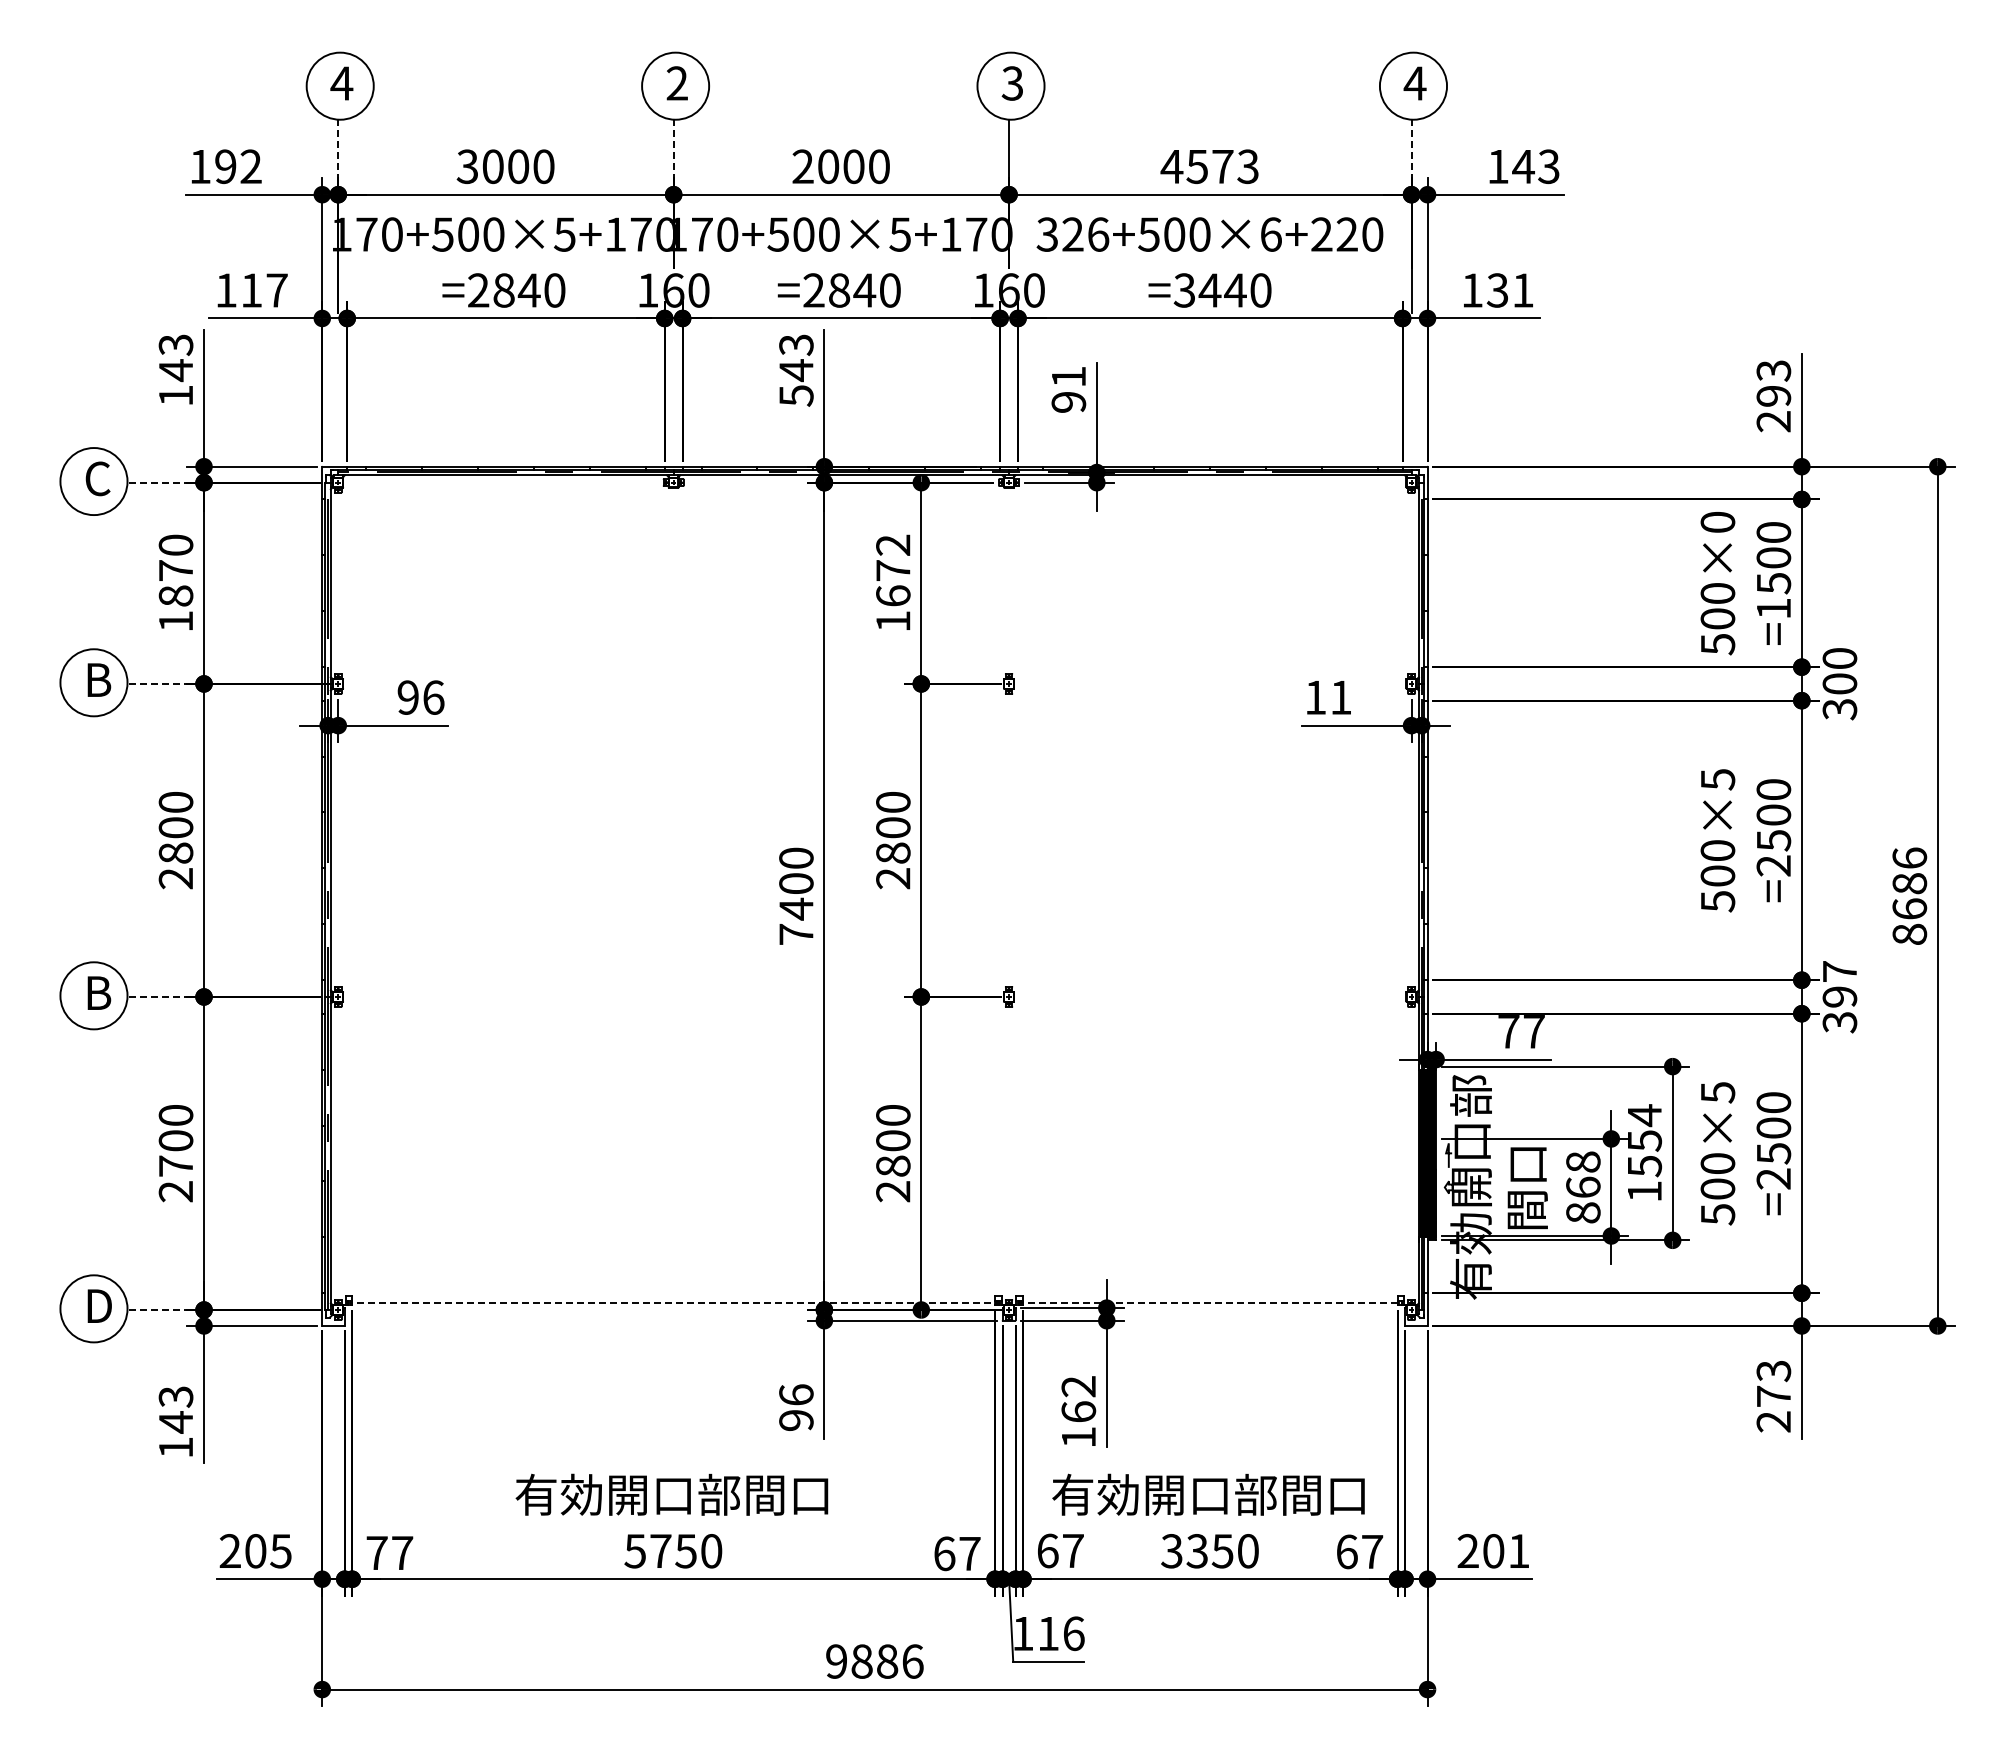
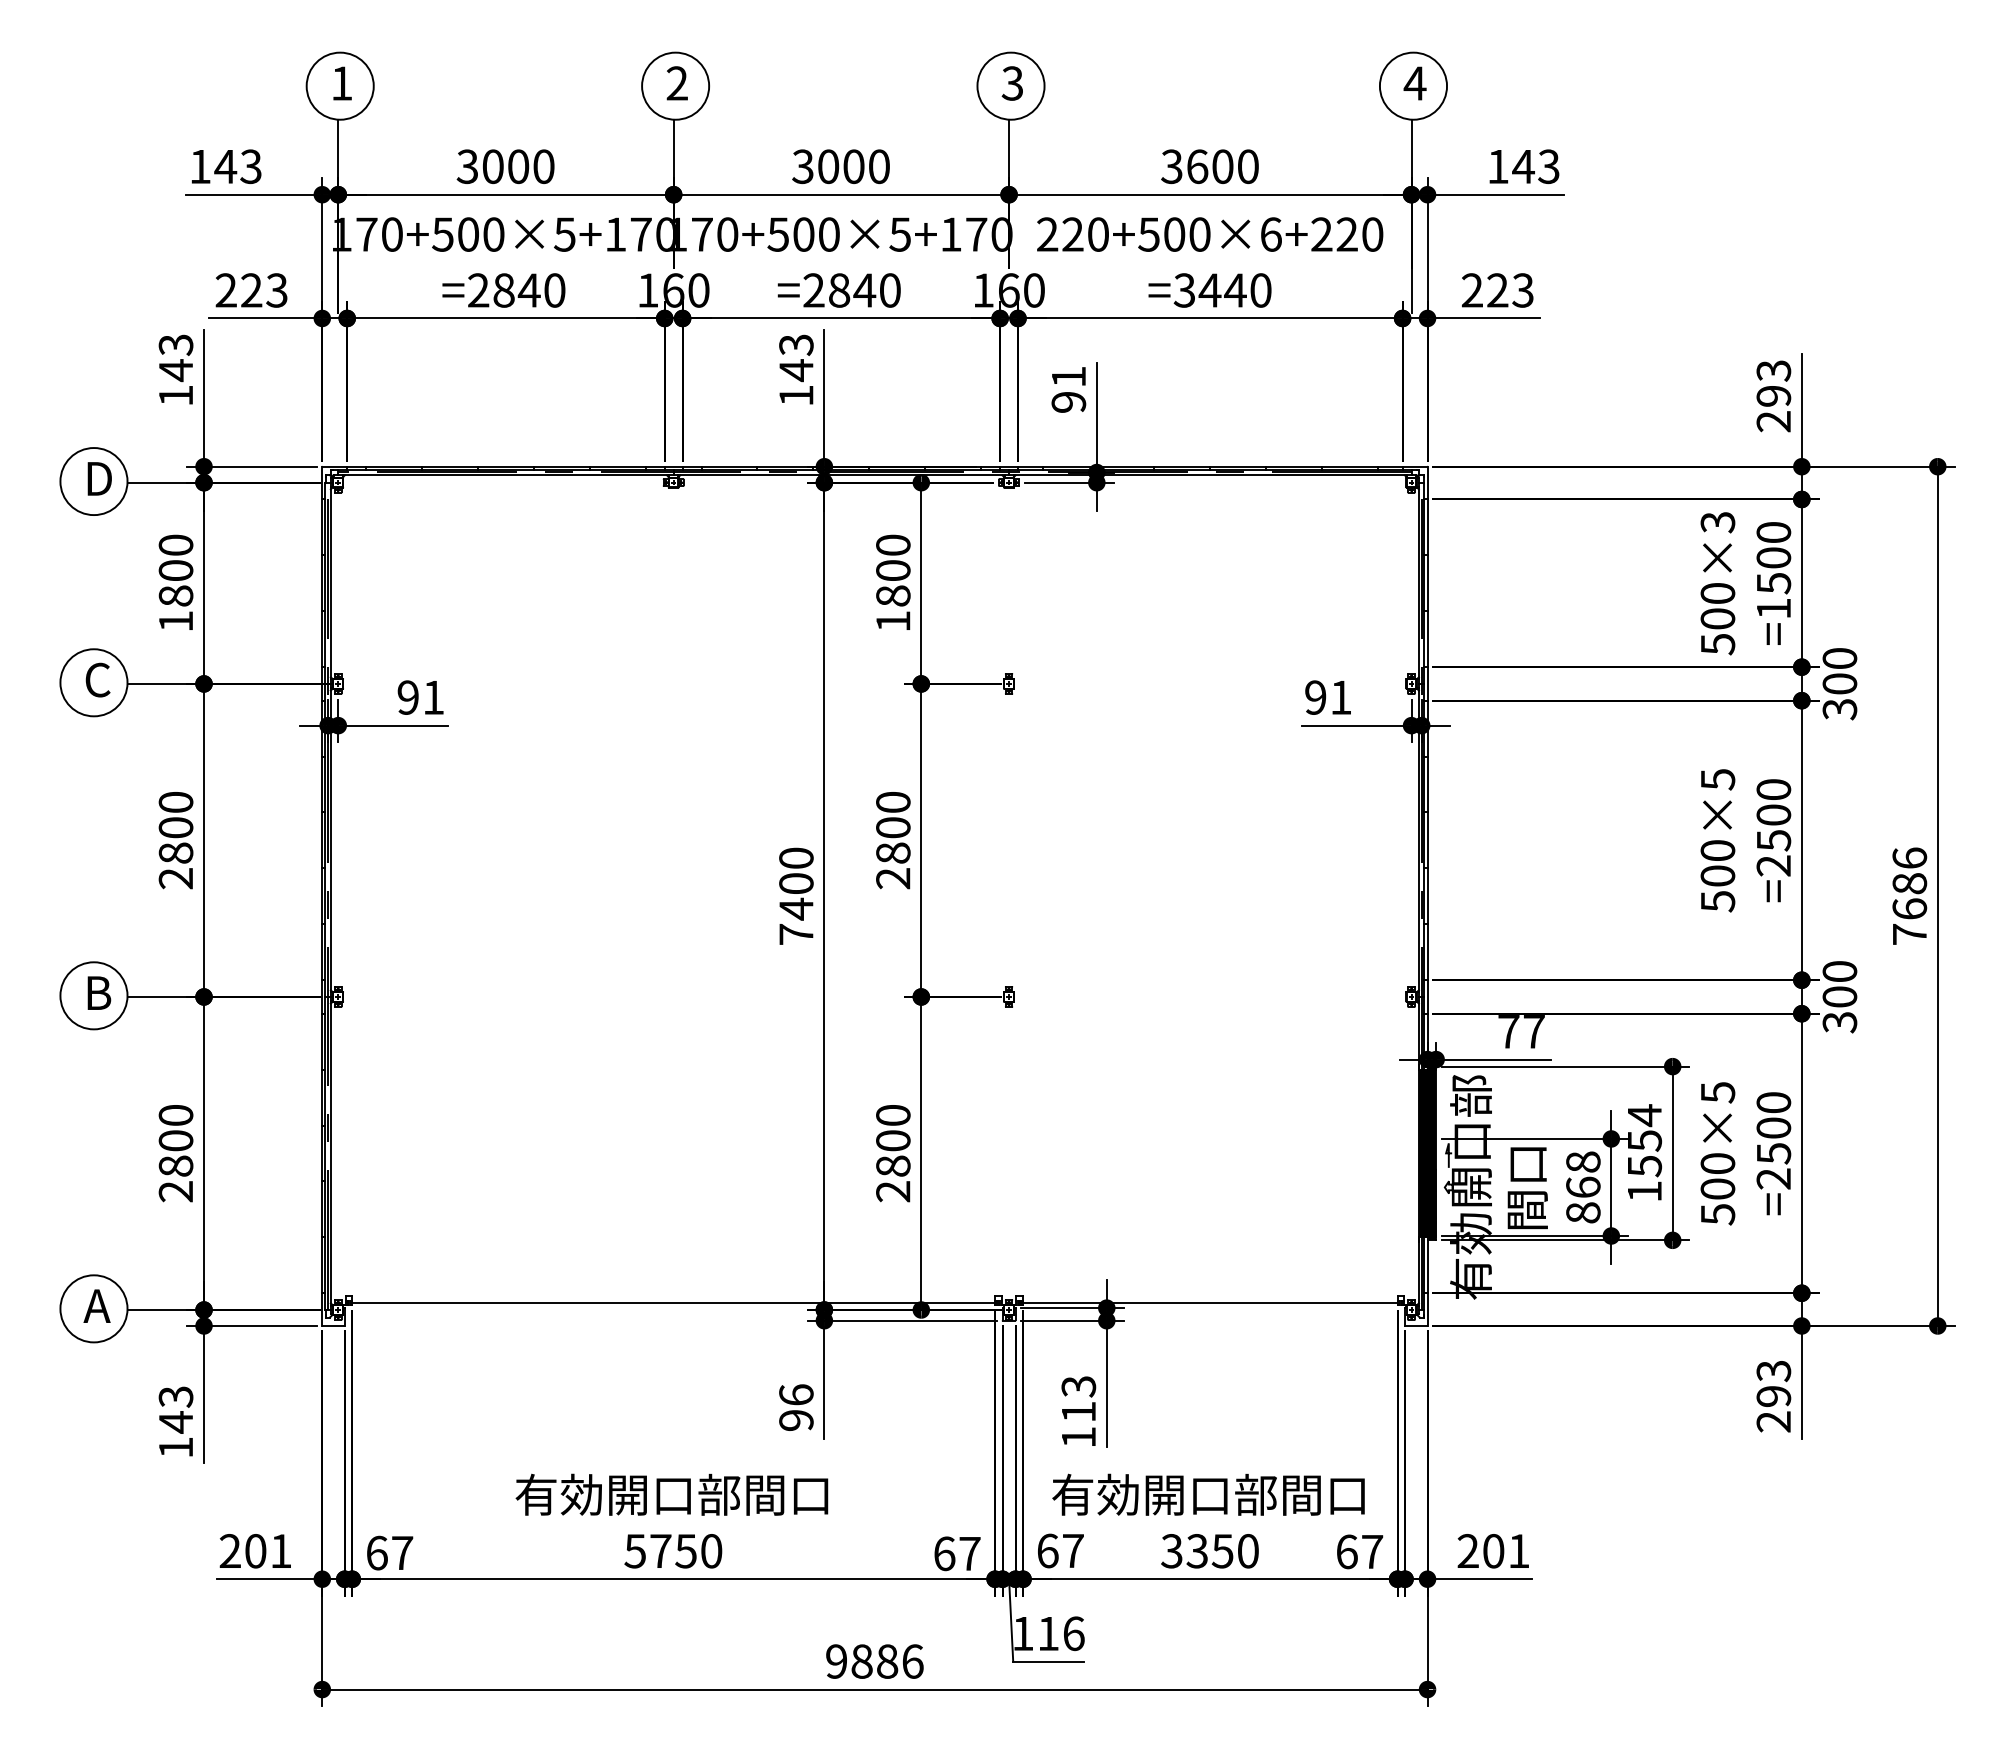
text at (341, 83): 4 -> 1
line at (338, 150): dashed -> solid
line at (673, 150): dashed -> solid
line at (1411, 150): dashed -> solid
text at (237, 166): 192 -> 143
text at (802, 166): 2000 -> 3000
text at (1209, 166): 4573 -> 3600
text at (1072, 234): 326+500×6+220 -> 220+500×6+220
text at (251, 290): 117 -> 223
text at (1497, 290): 131 -> 223
text at (796, 395): 543 -> 143
text at (98, 478): C -> D
line at (159, 482): dashed -> solid
text at (1717, 522): 500×0 -> 500×3
text at (175, 570): 1870 -> 1800
text at (893, 570): 1672 -> 1800
text at (98, 679): B -> C
line at (159, 683): dashed -> solid
text at (433, 697): 96 -> 91
text at (1315, 697): 11 -> 91
text at (1909, 933): 8686 -> 7686
text at (1839, 984): 397 -> 300
line at (159, 996): dashed -> solid
text at (175, 1165): 2700 -> 2800
line at (674, 1303): dashed -> solid
line at (1210, 1303): dashed -> solid
text at (97, 1305): D -> A
line at (159, 1309): dashed -> solid
text at (1773, 1396): 273 -> 293
text at (1078, 1398): 162 -> 113
text at (280, 1551): 205 -> 201
text at (376, 1552): 77 -> 67
